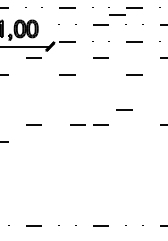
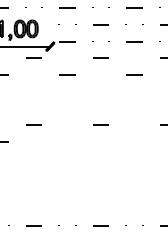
line at (117, 14): present -> none
line at (124, 109): present -> none
line at (77, 124): present -> none
